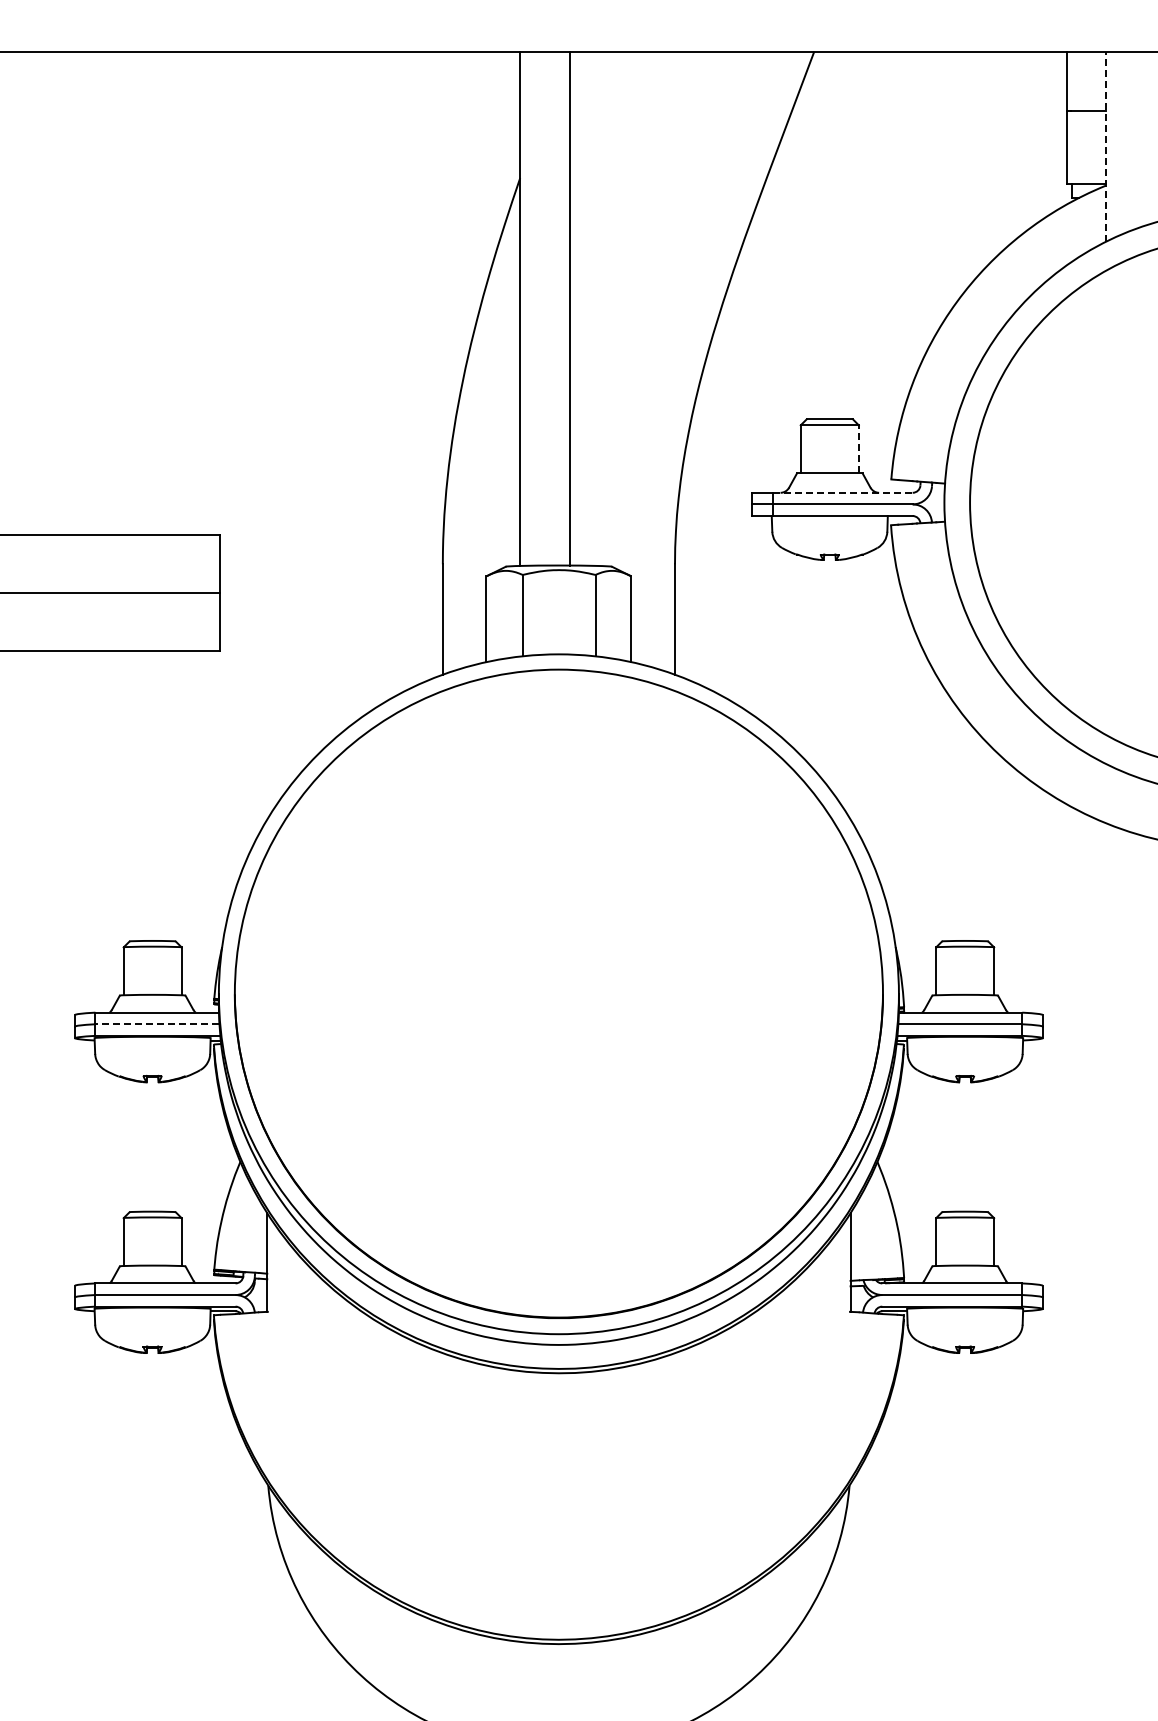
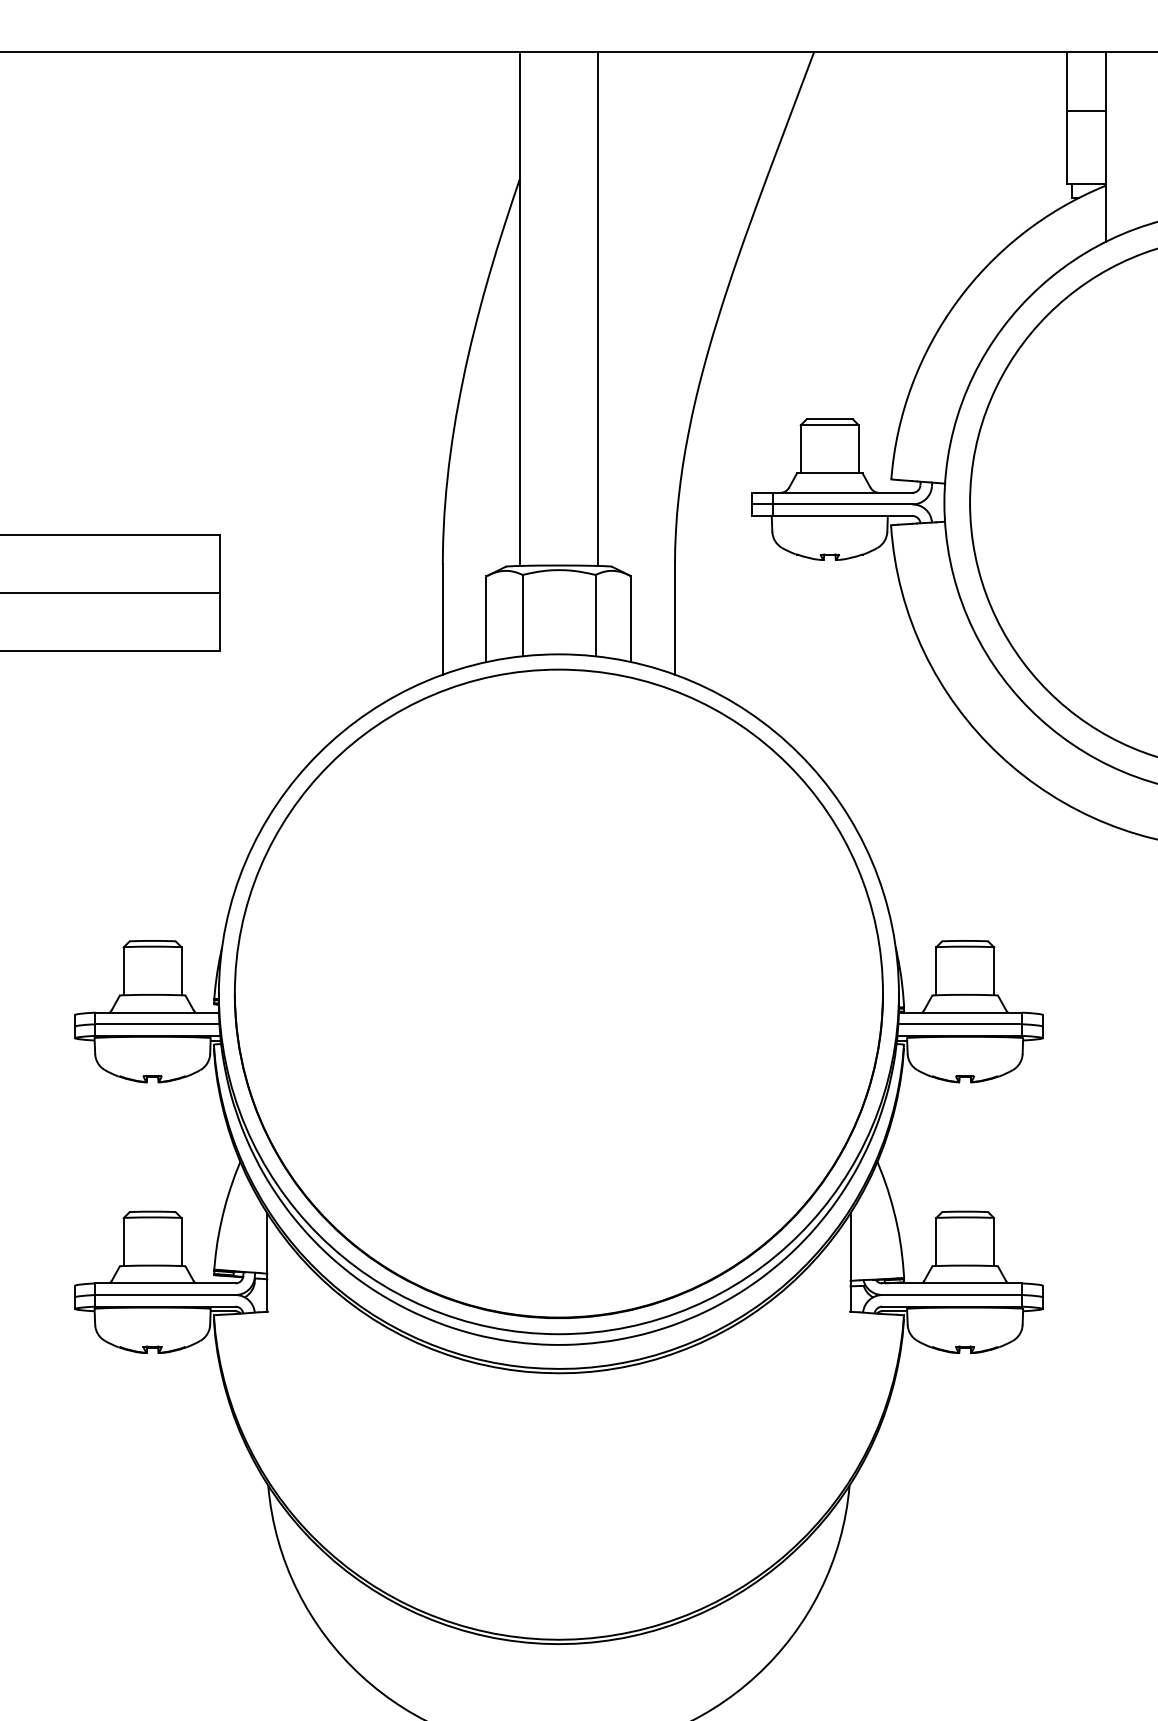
line at (1105, 146): dashed -> solid
line at (569, 308) position: (569, 308) -> (597, 308)
line at (858, 448): dashed -> solid
line at (843, 492): dashed -> solid
line at (156, 1024): dashed -> solid
